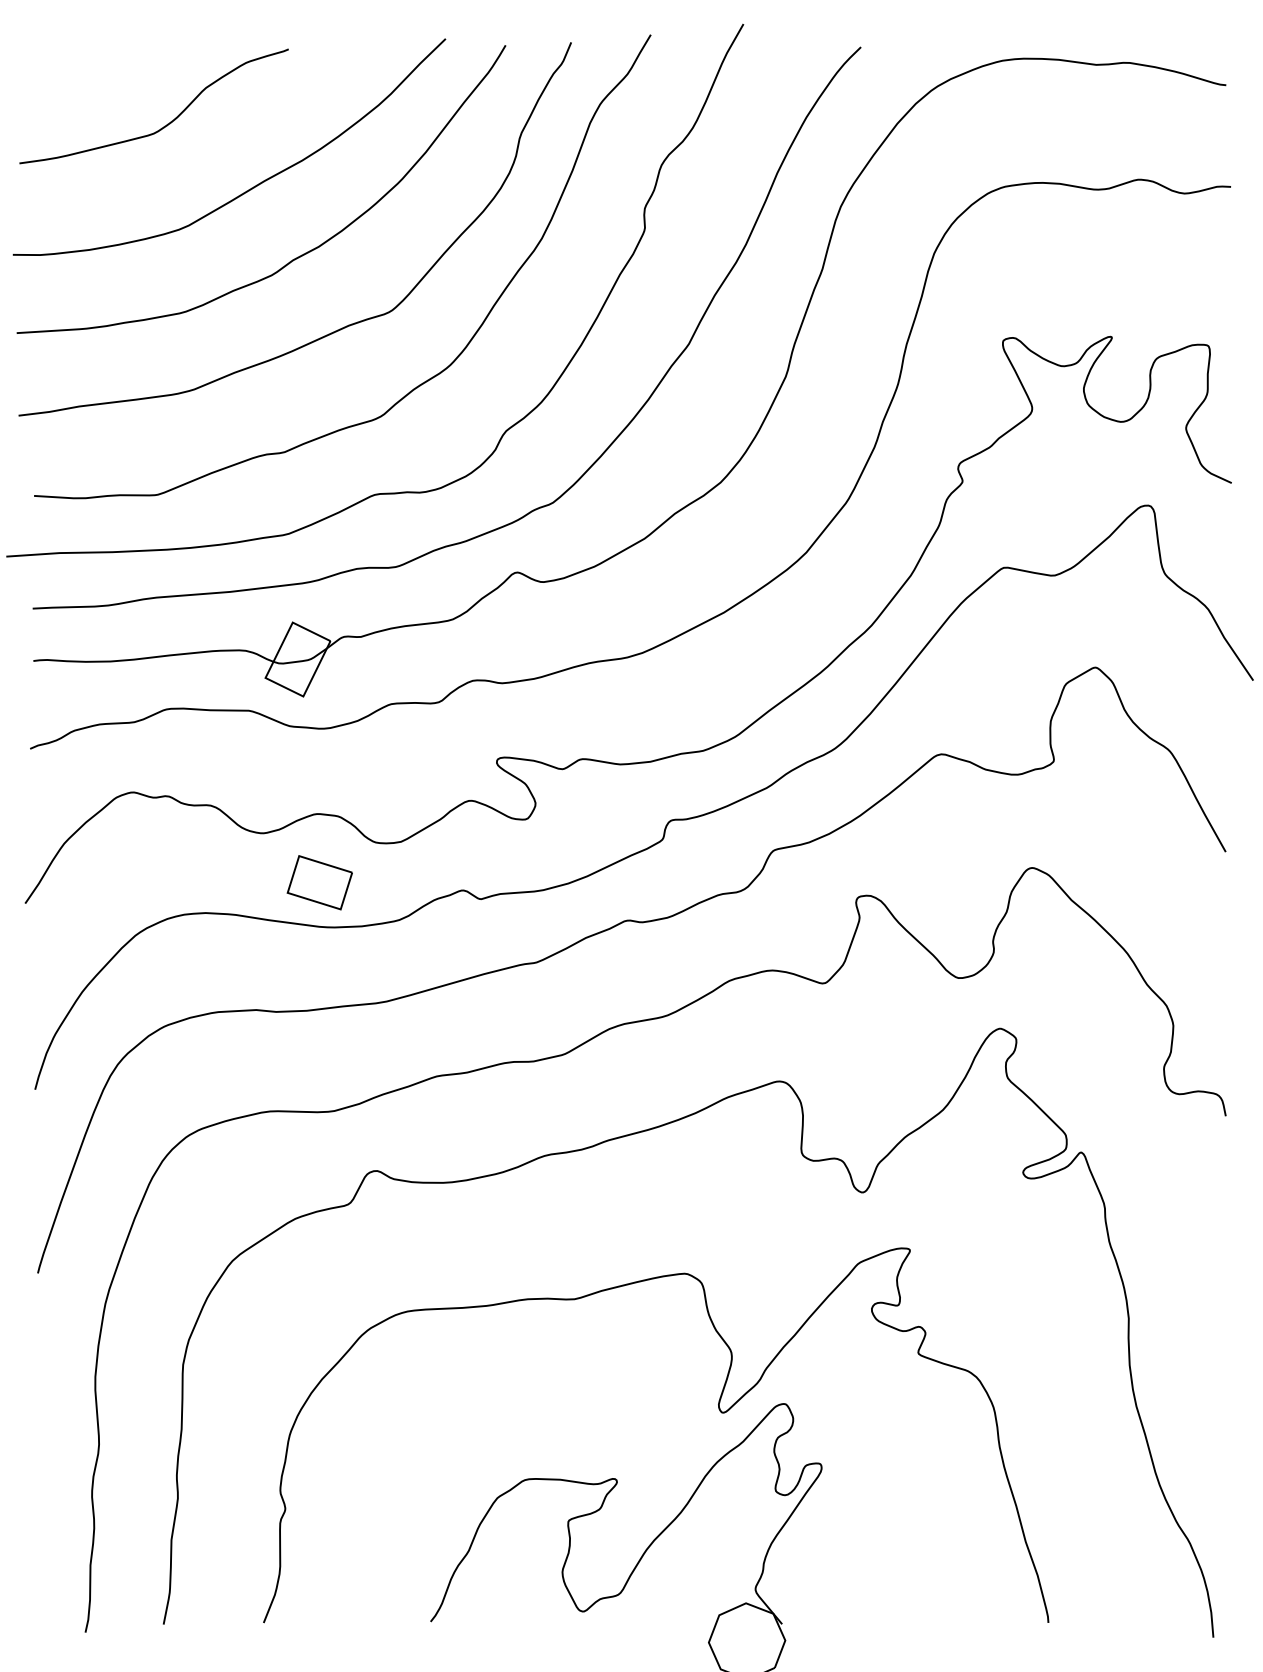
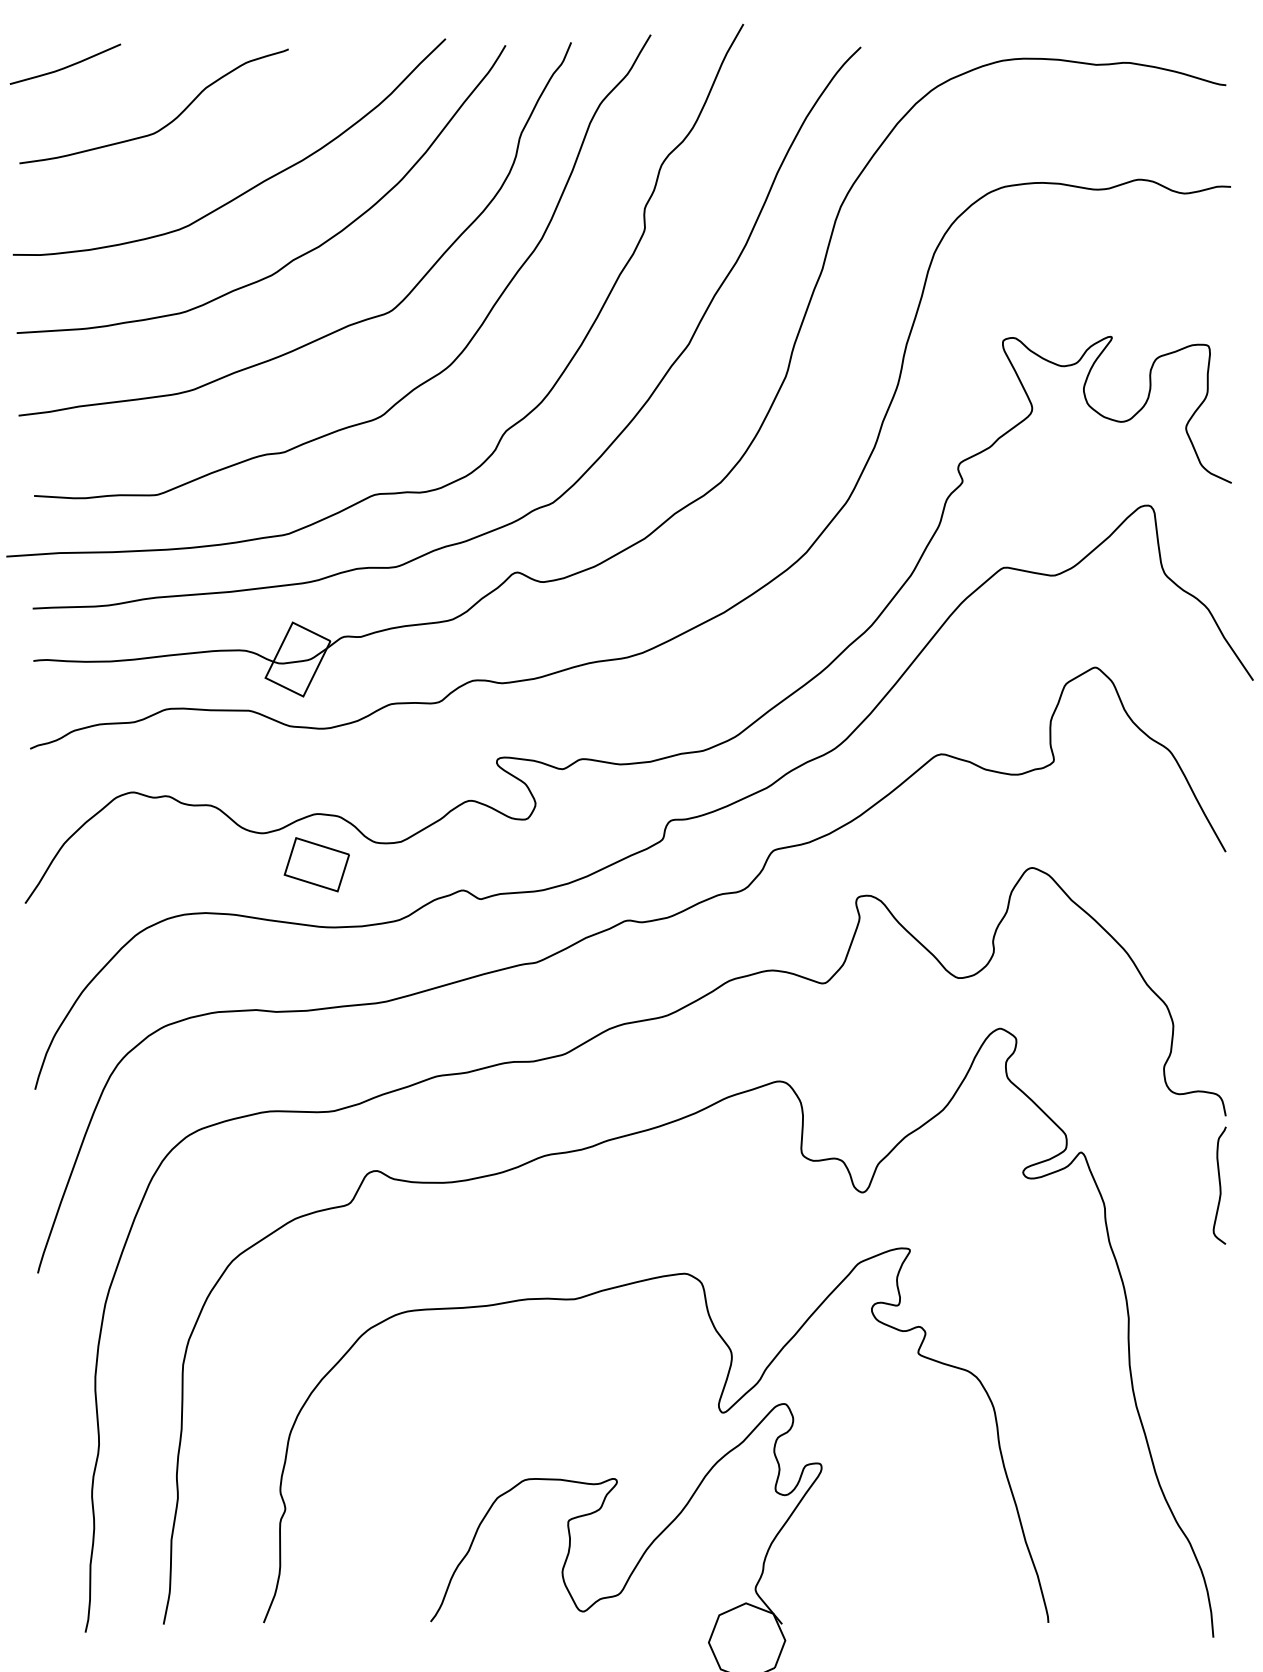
curve at (65, 66): none -> present
part at (319, 882) position: (319, 882) -> (316, 864)
curve at (1219, 1185): none -> present
